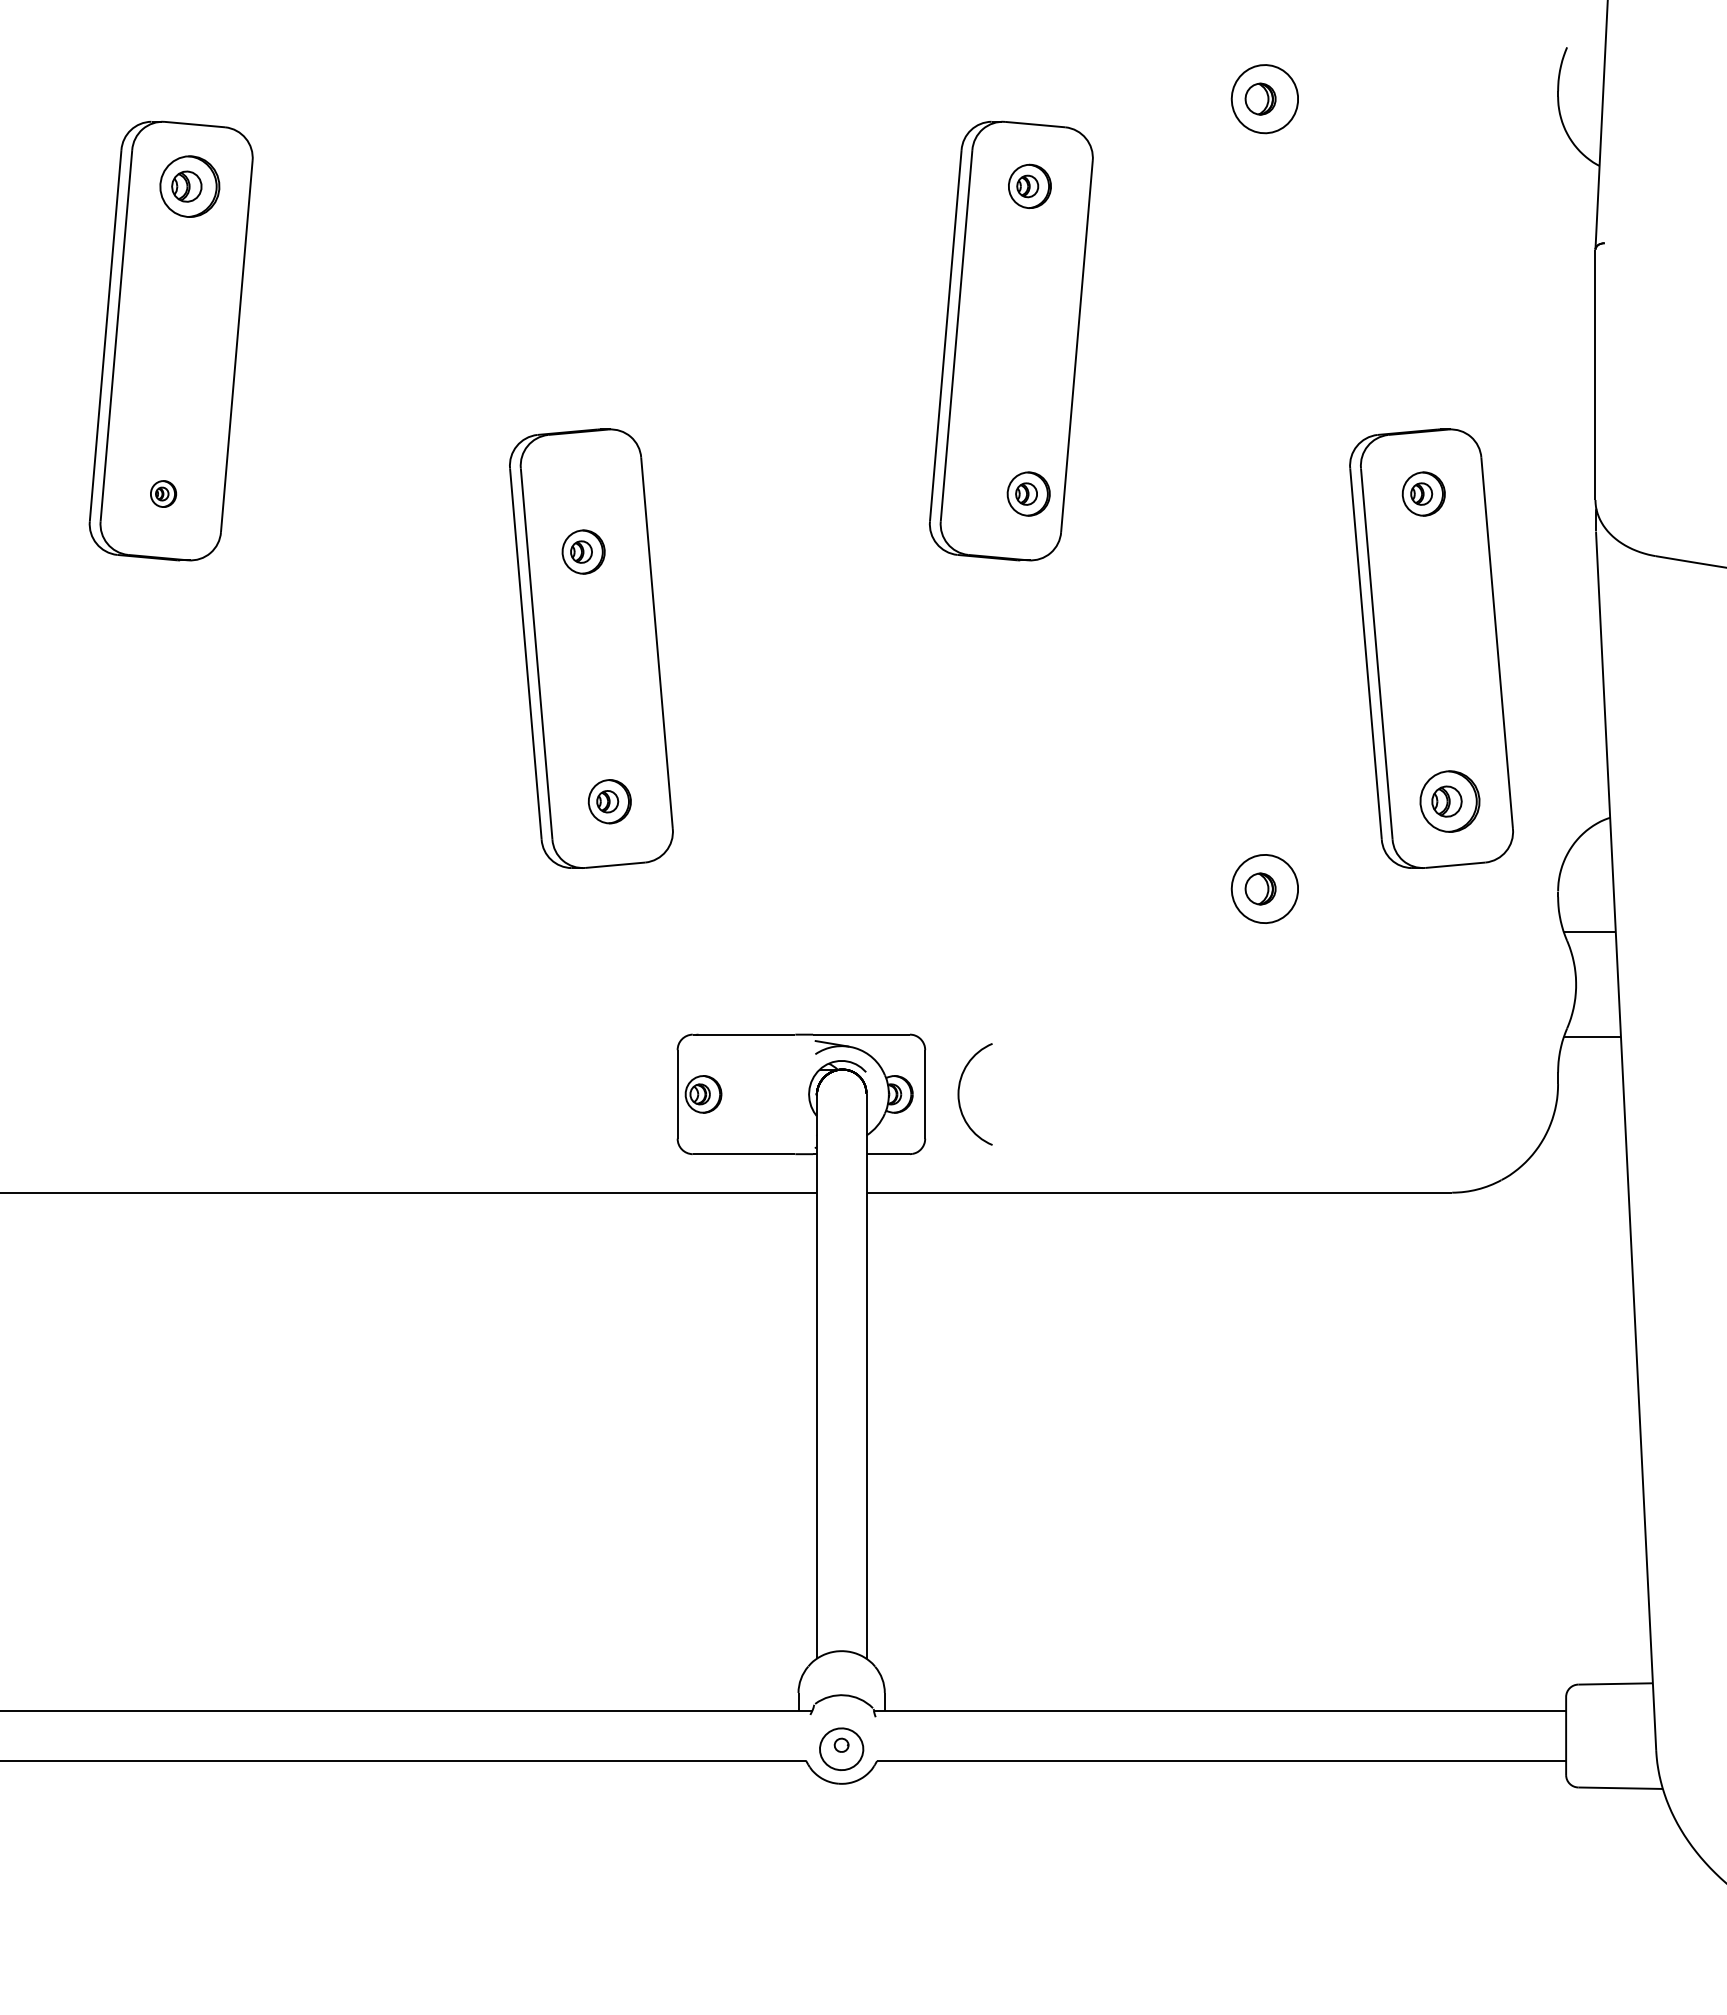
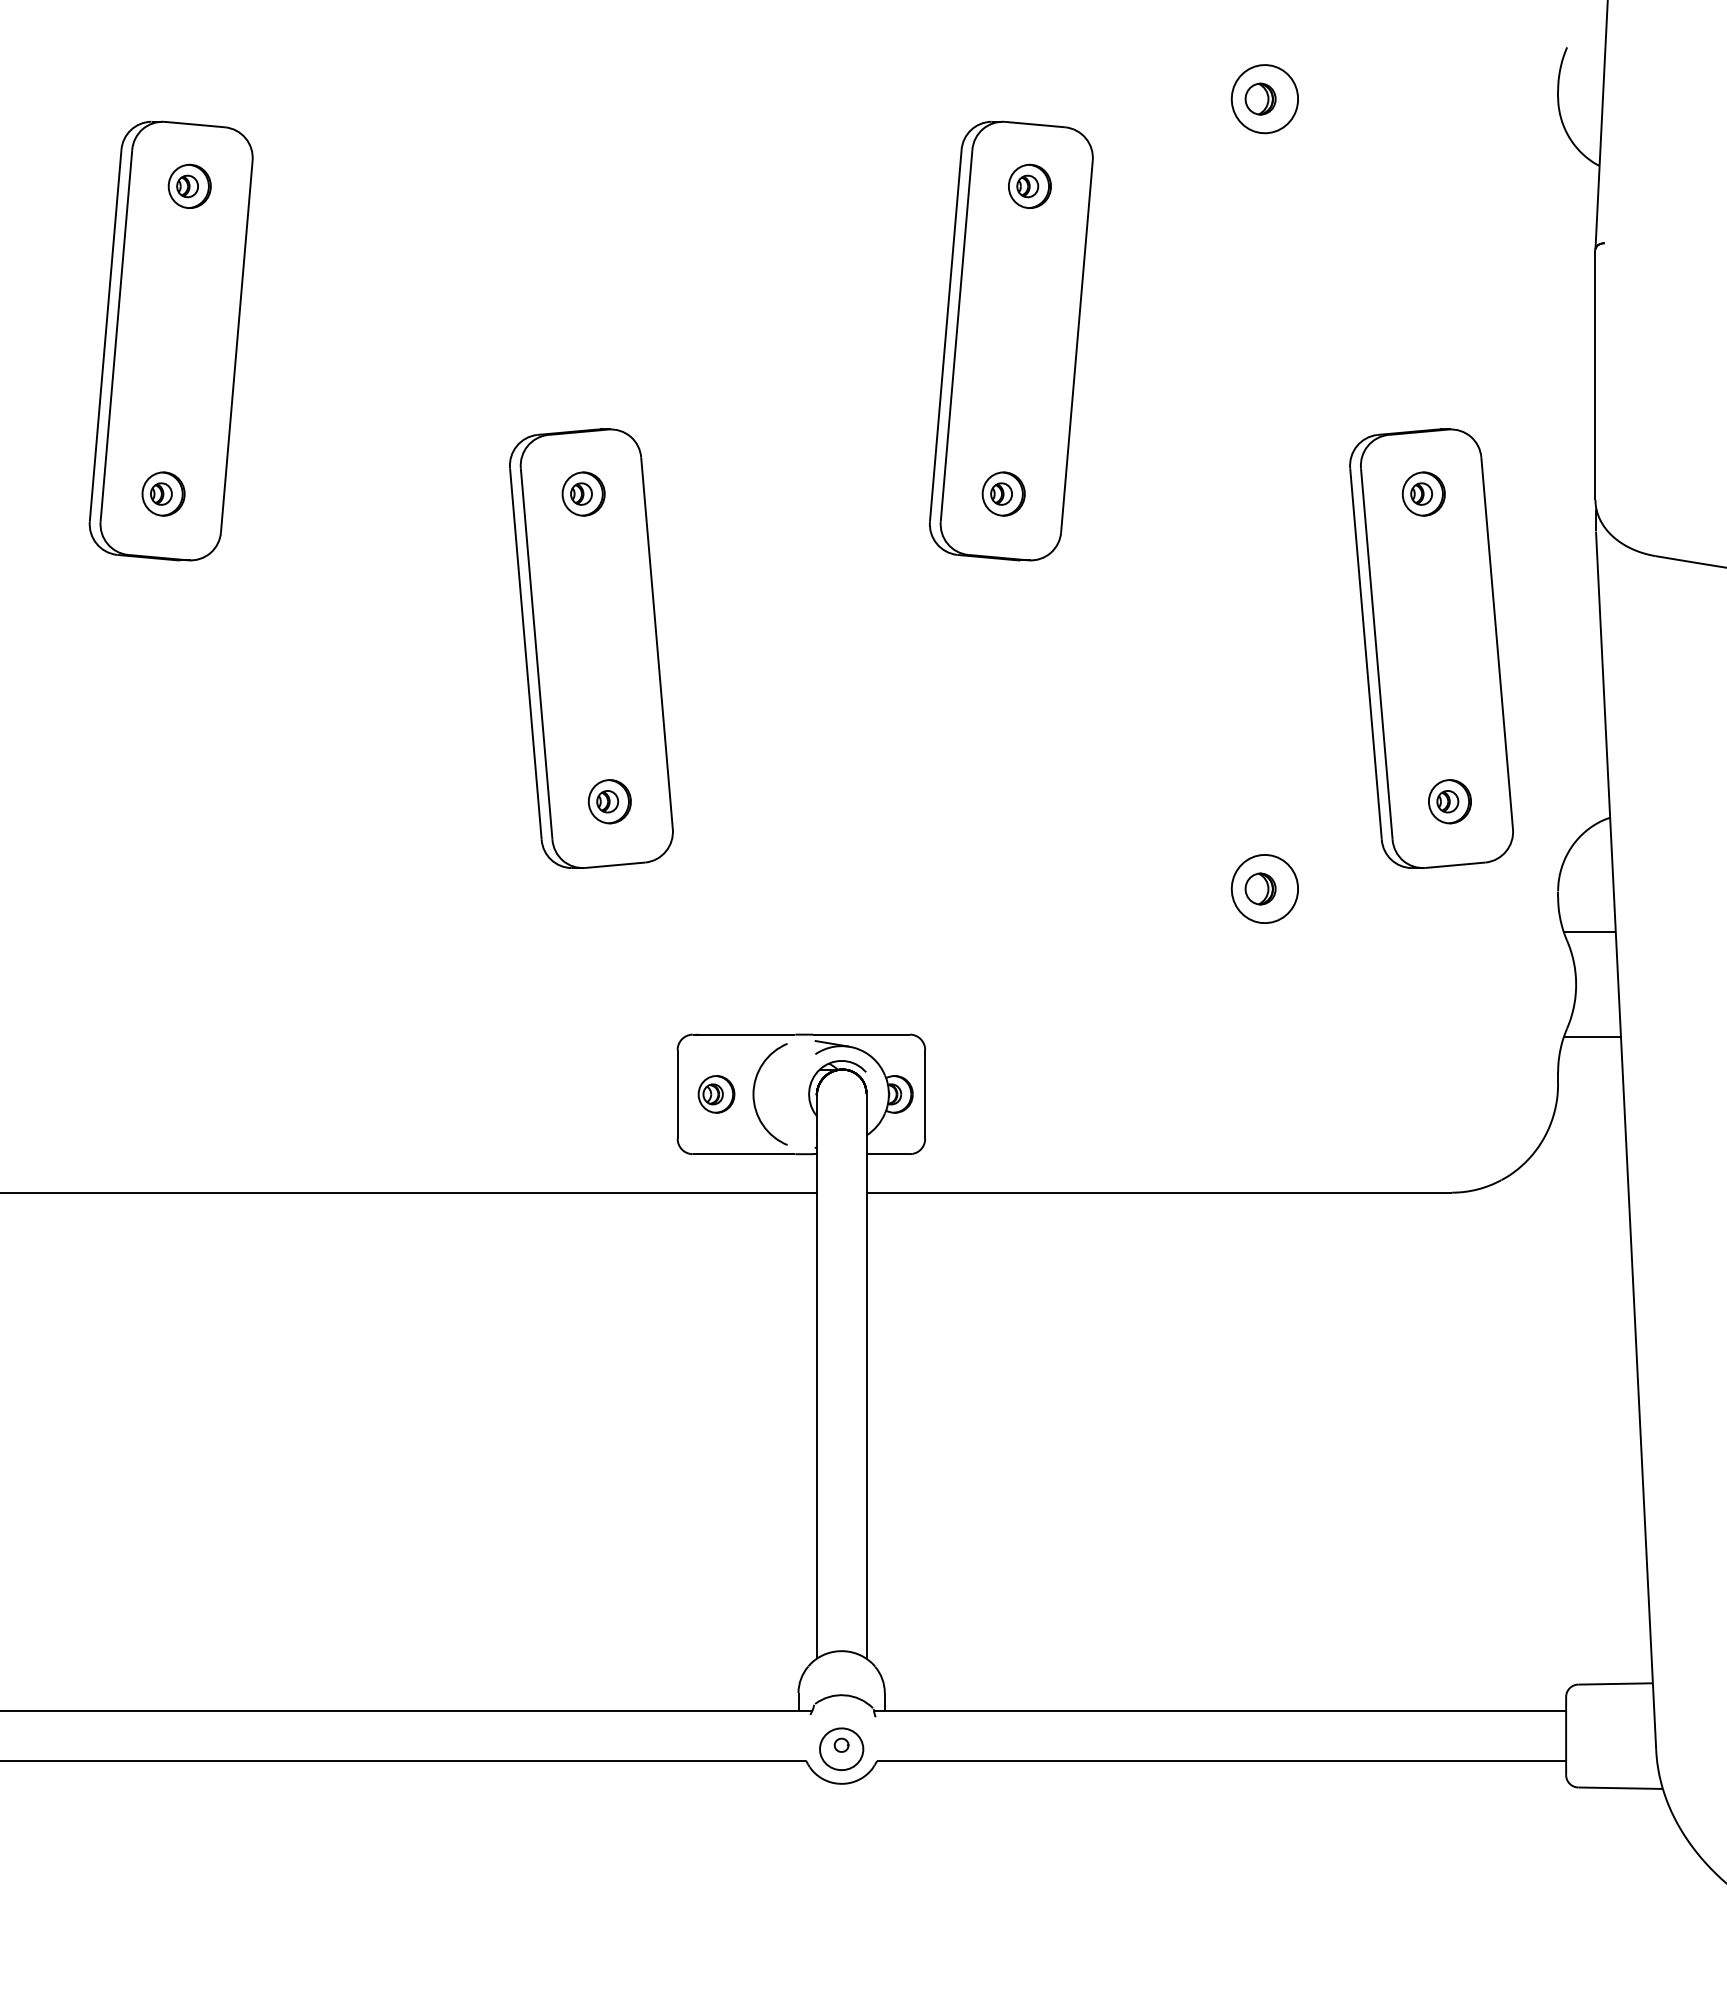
part at (189, 186) size: 62x63 px -> 45x46 px
part at (163, 493) size: 28x28 px -> 45x46 px
part at (1028, 493) position: (1028, 493) -> (1003, 493)
part at (583, 551) position: (583, 551) -> (583, 493)
part at (1449, 801) size: 62x63 px -> 44x46 px
part at (703, 1094) position: (703, 1094) -> (716, 1094)
curve at (959, 1094) position: (959, 1094) -> (754, 1094)
